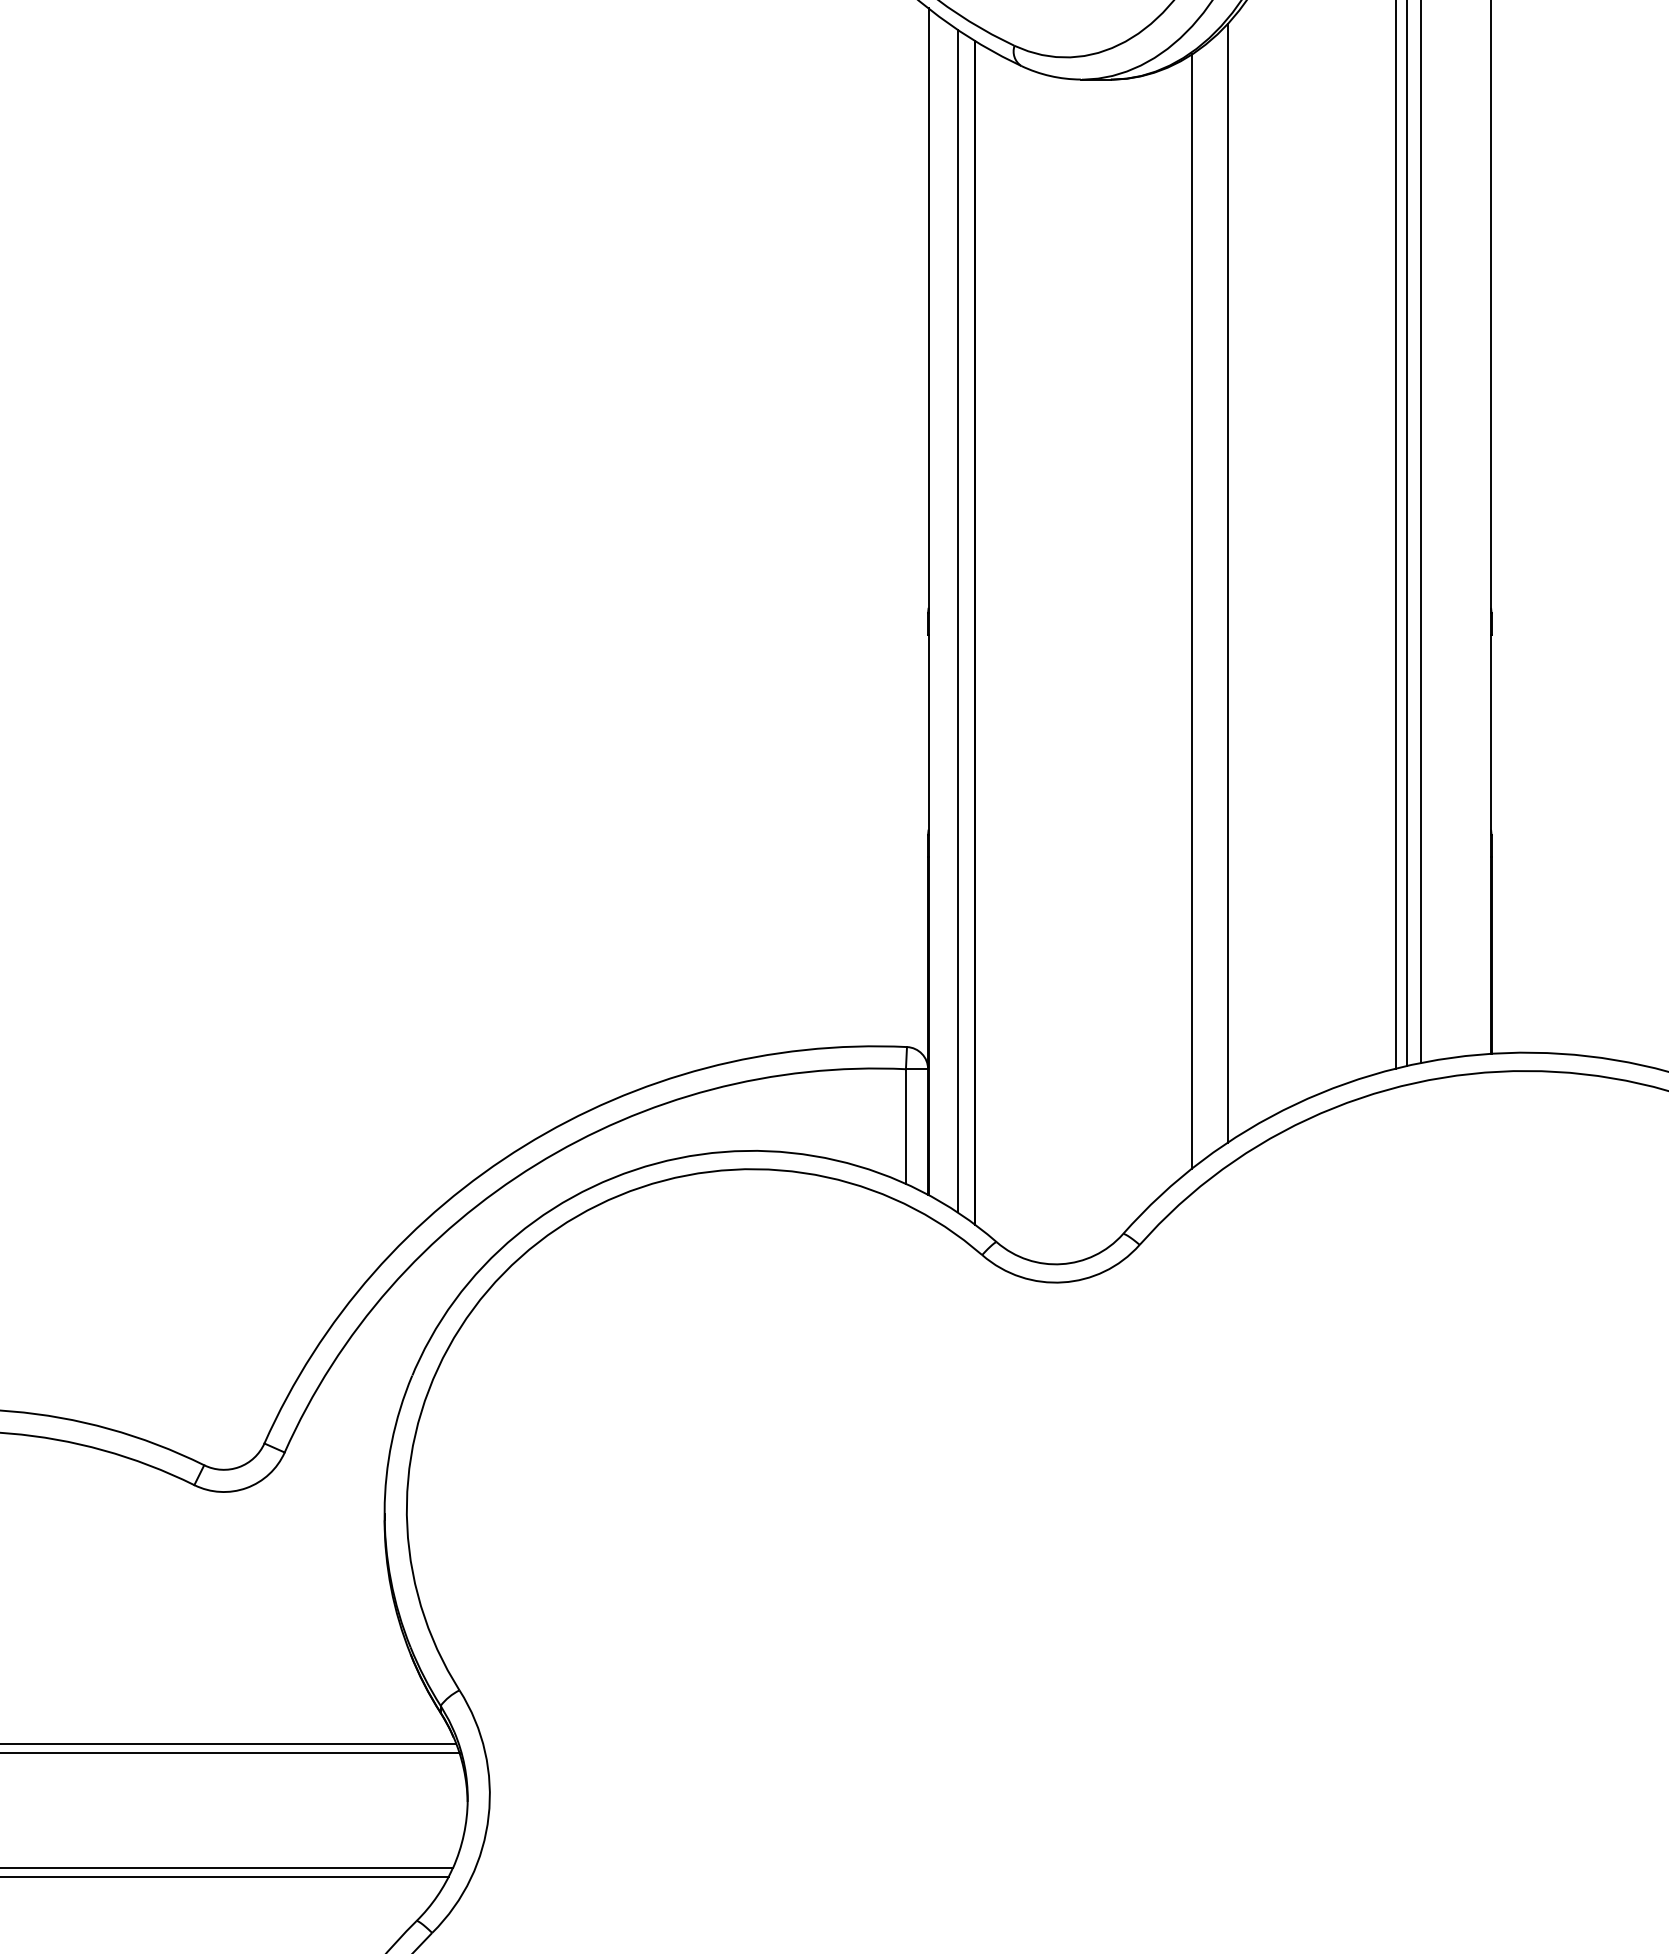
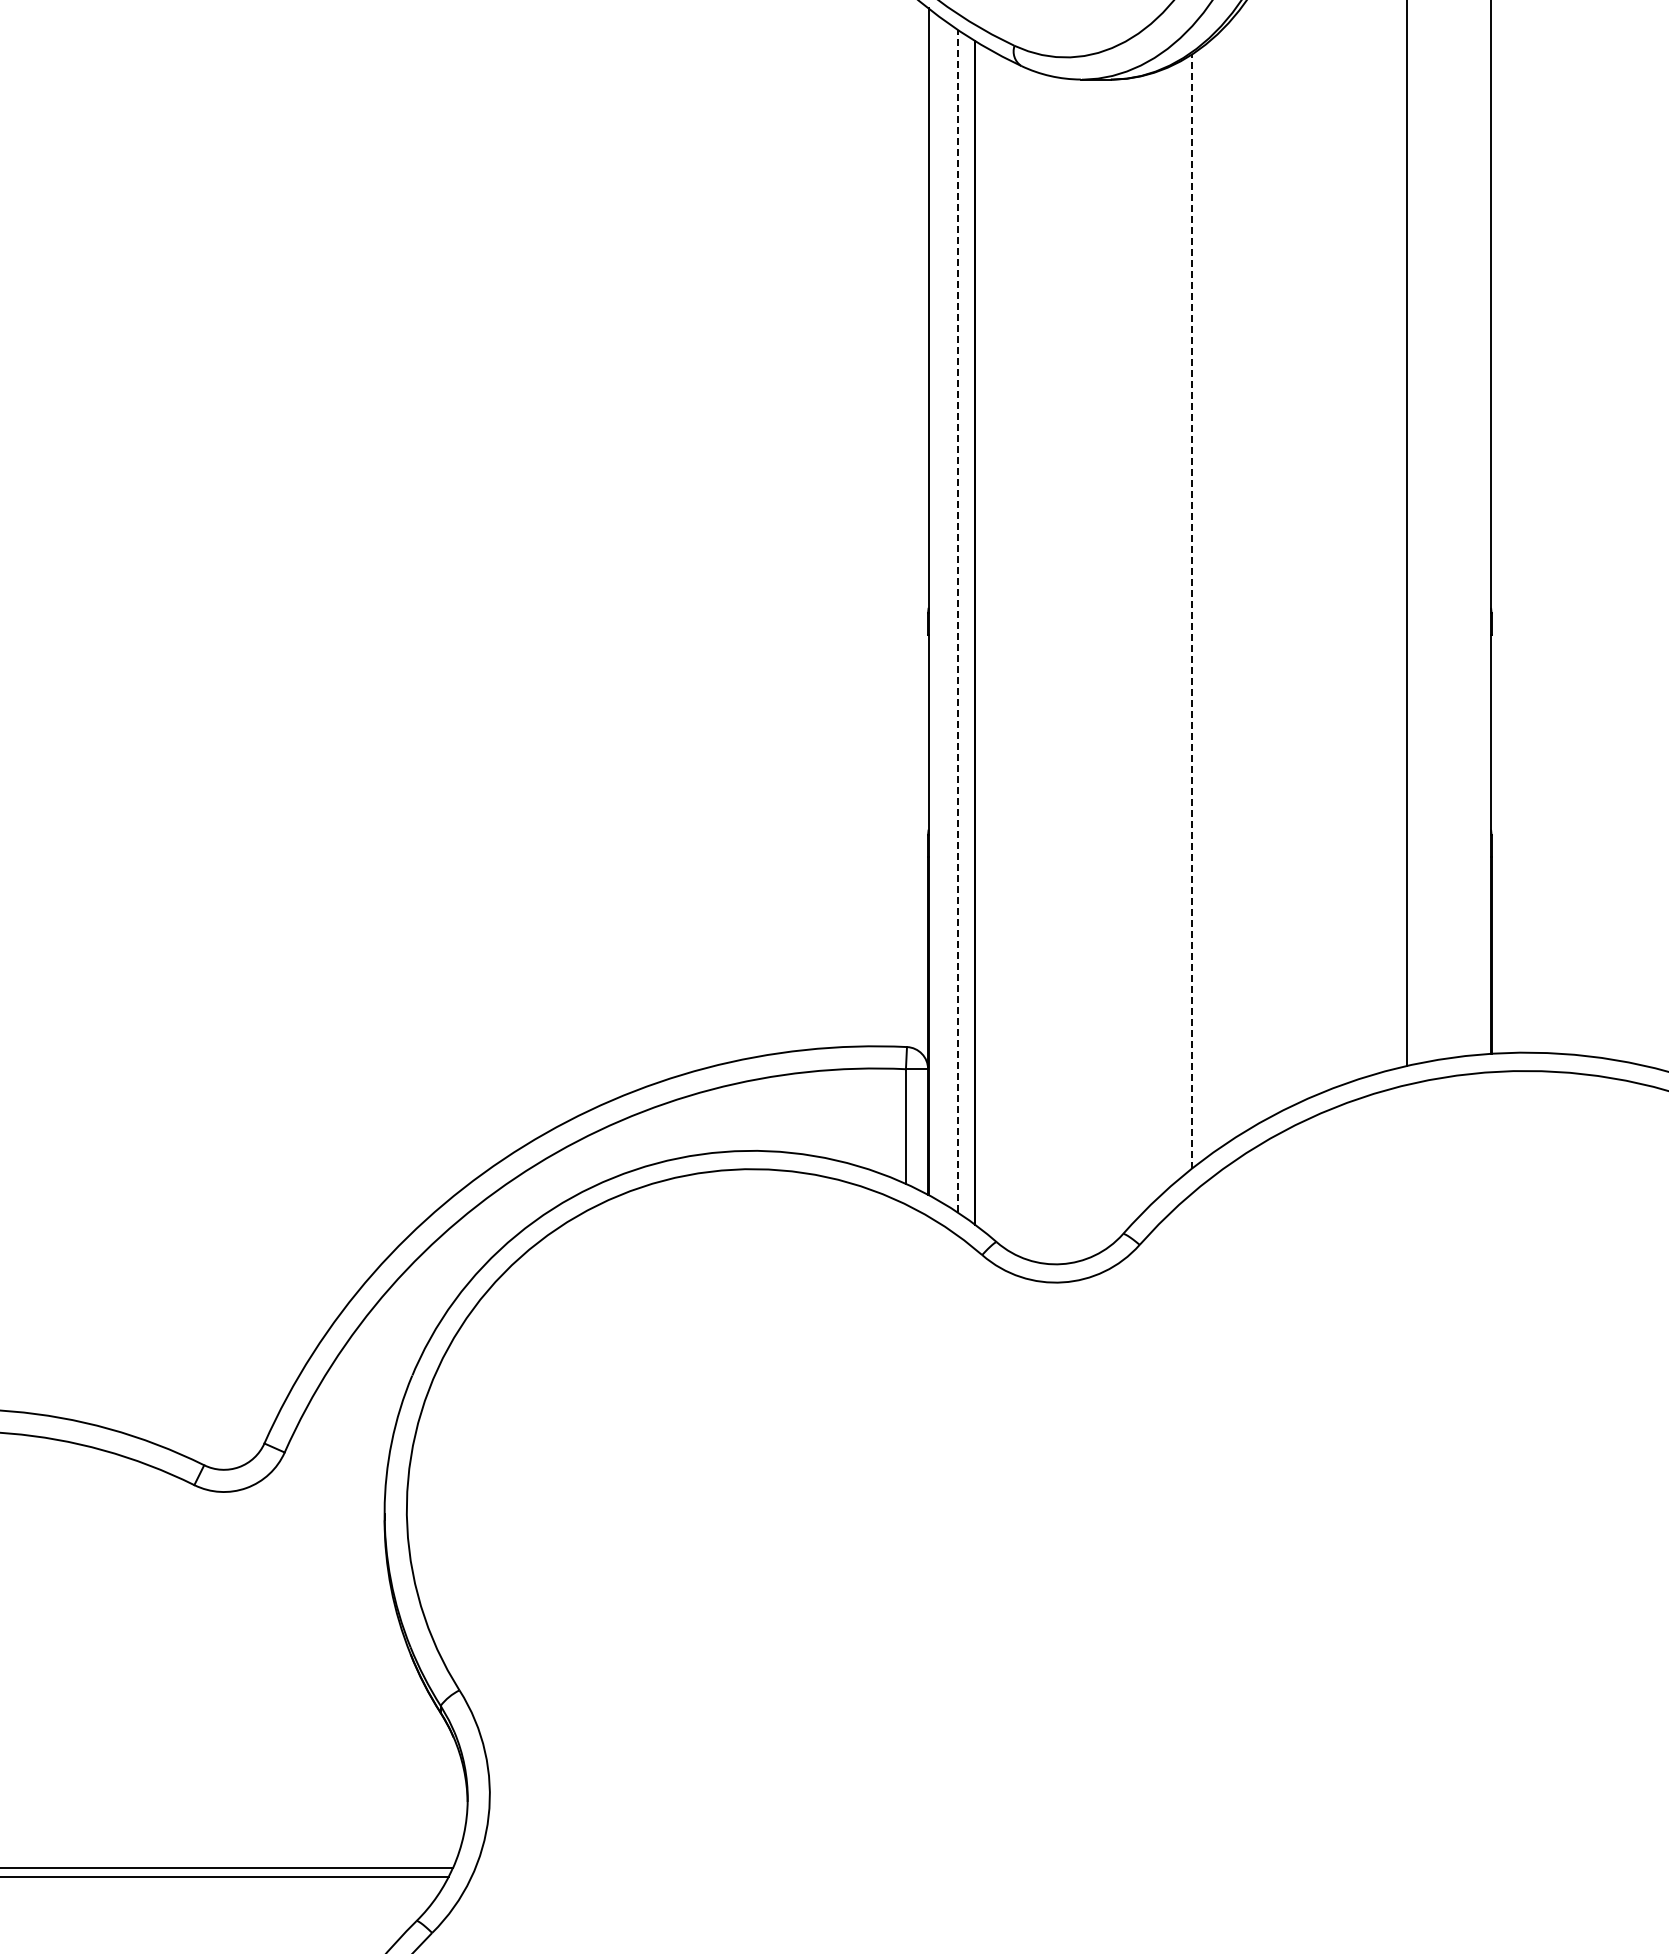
line at (1421, 532): present -> none
line at (1396, 535): present -> none
line at (1227, 583): present -> none
line at (1192, 611): solid -> dashed
line at (957, 620): solid -> dashed
line at (229, 1744): present -> none
line at (230, 1752): present -> none
